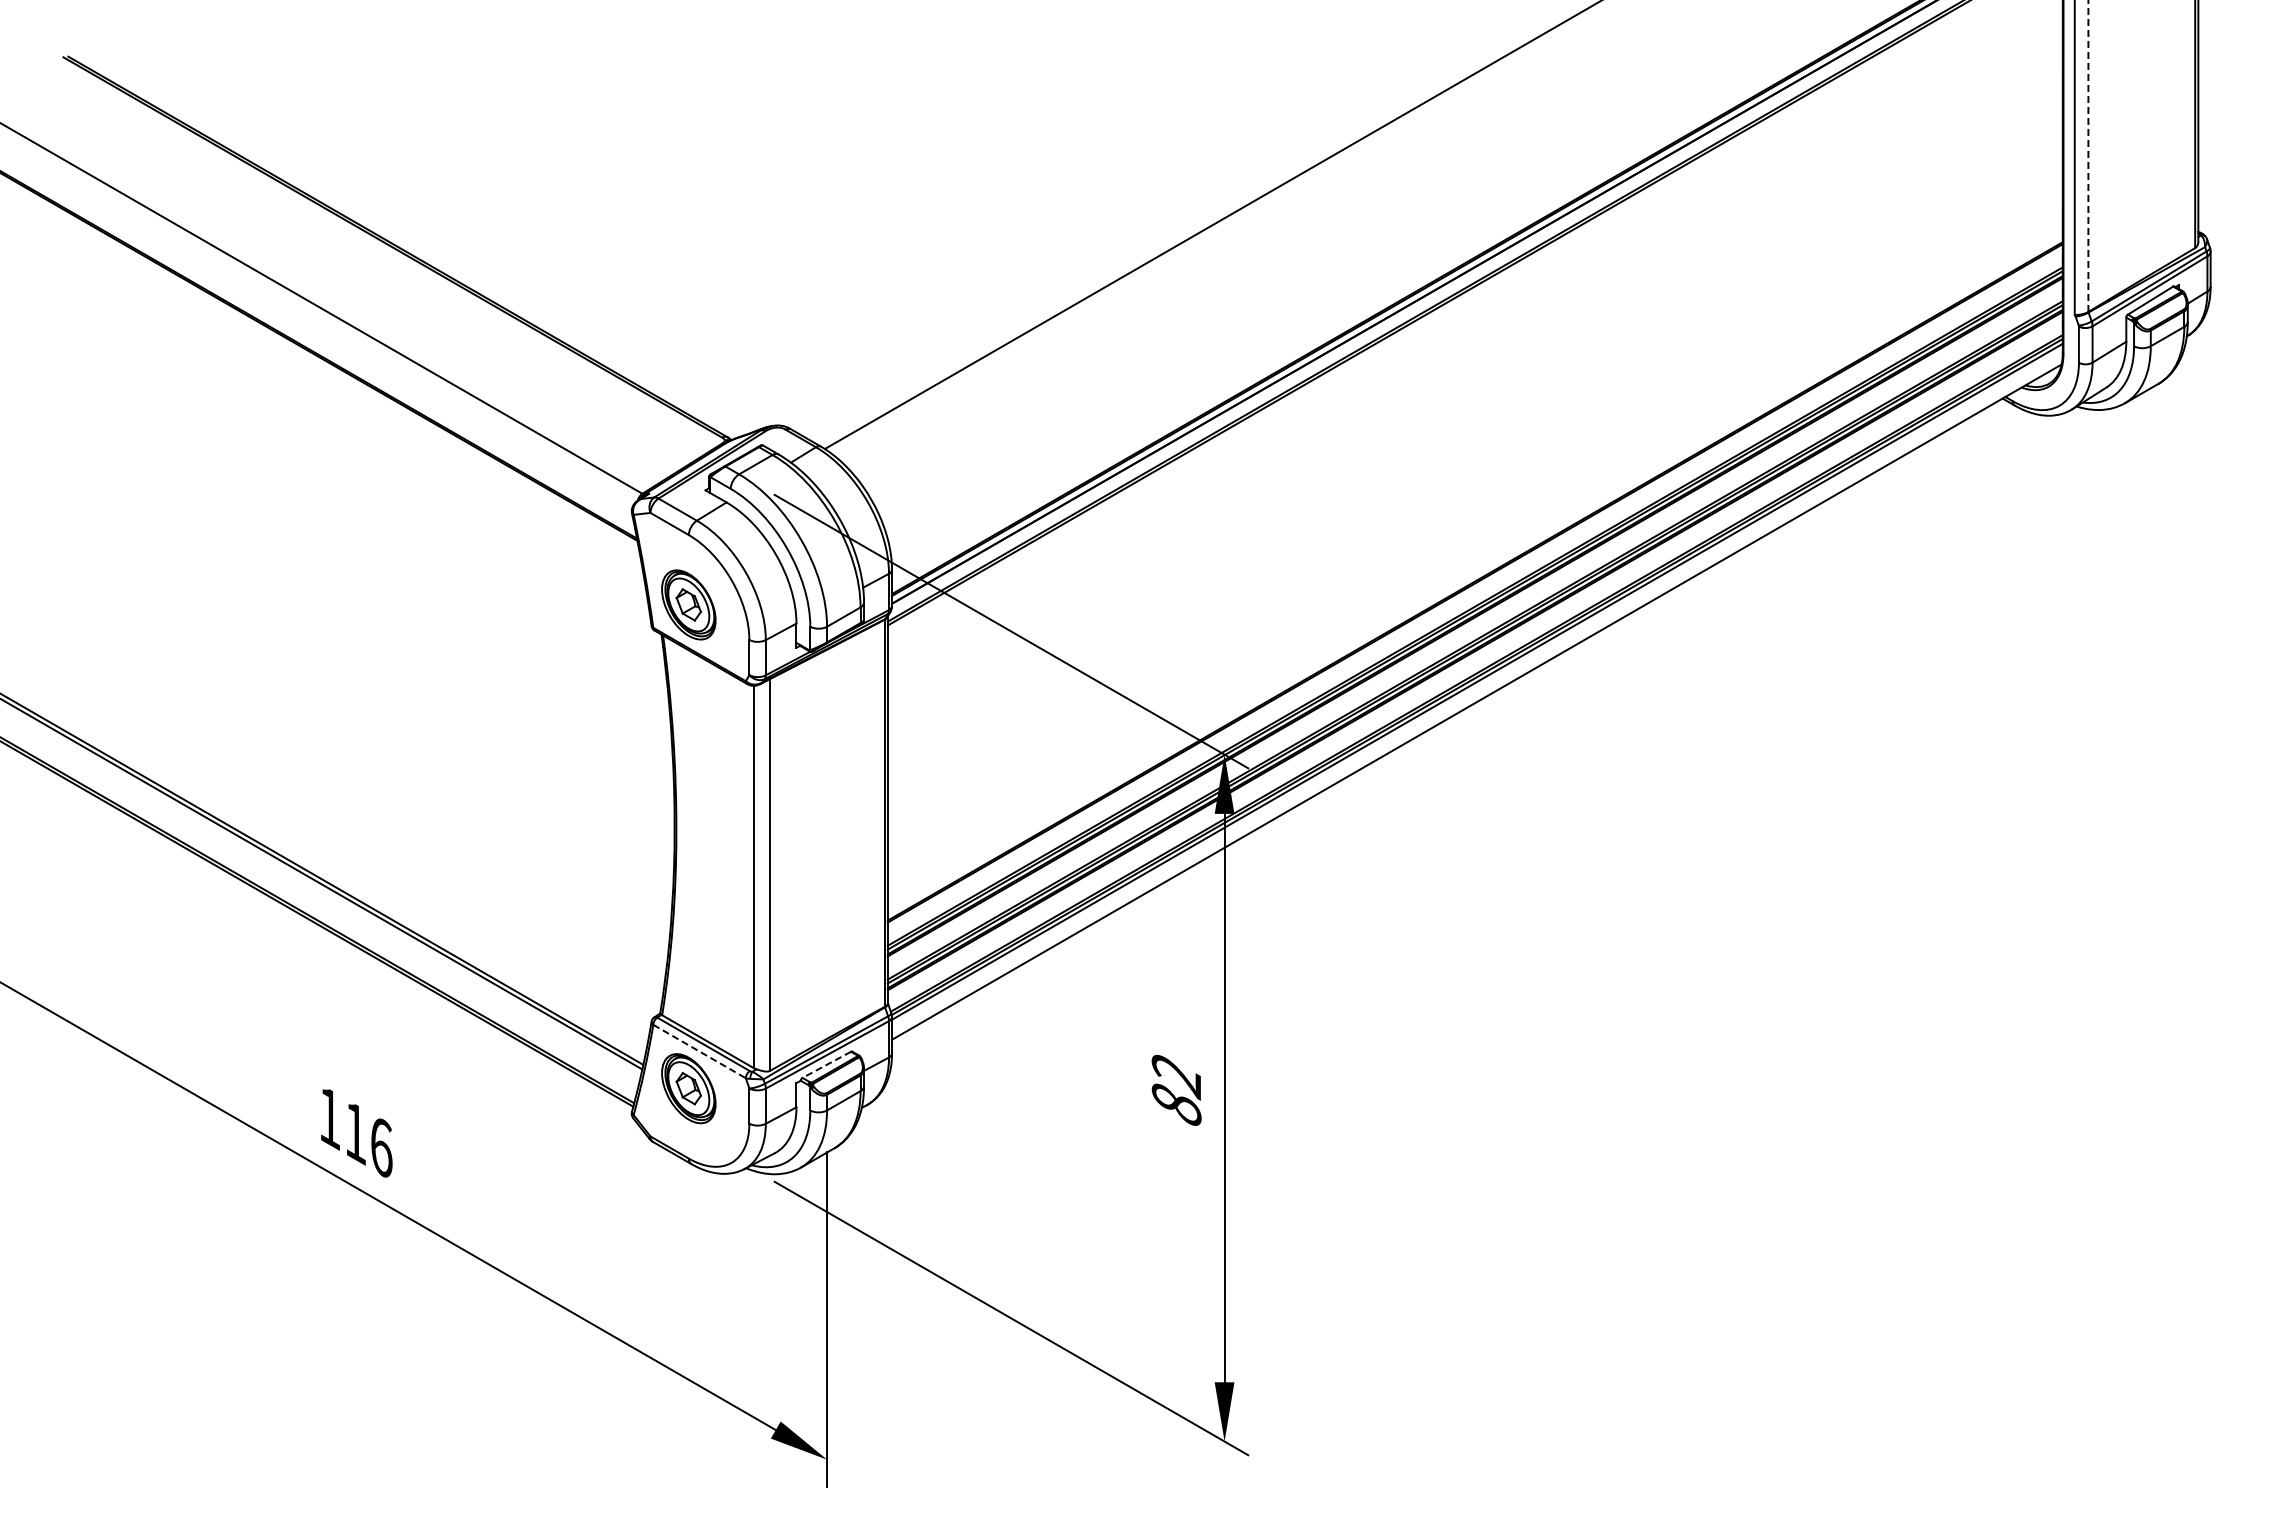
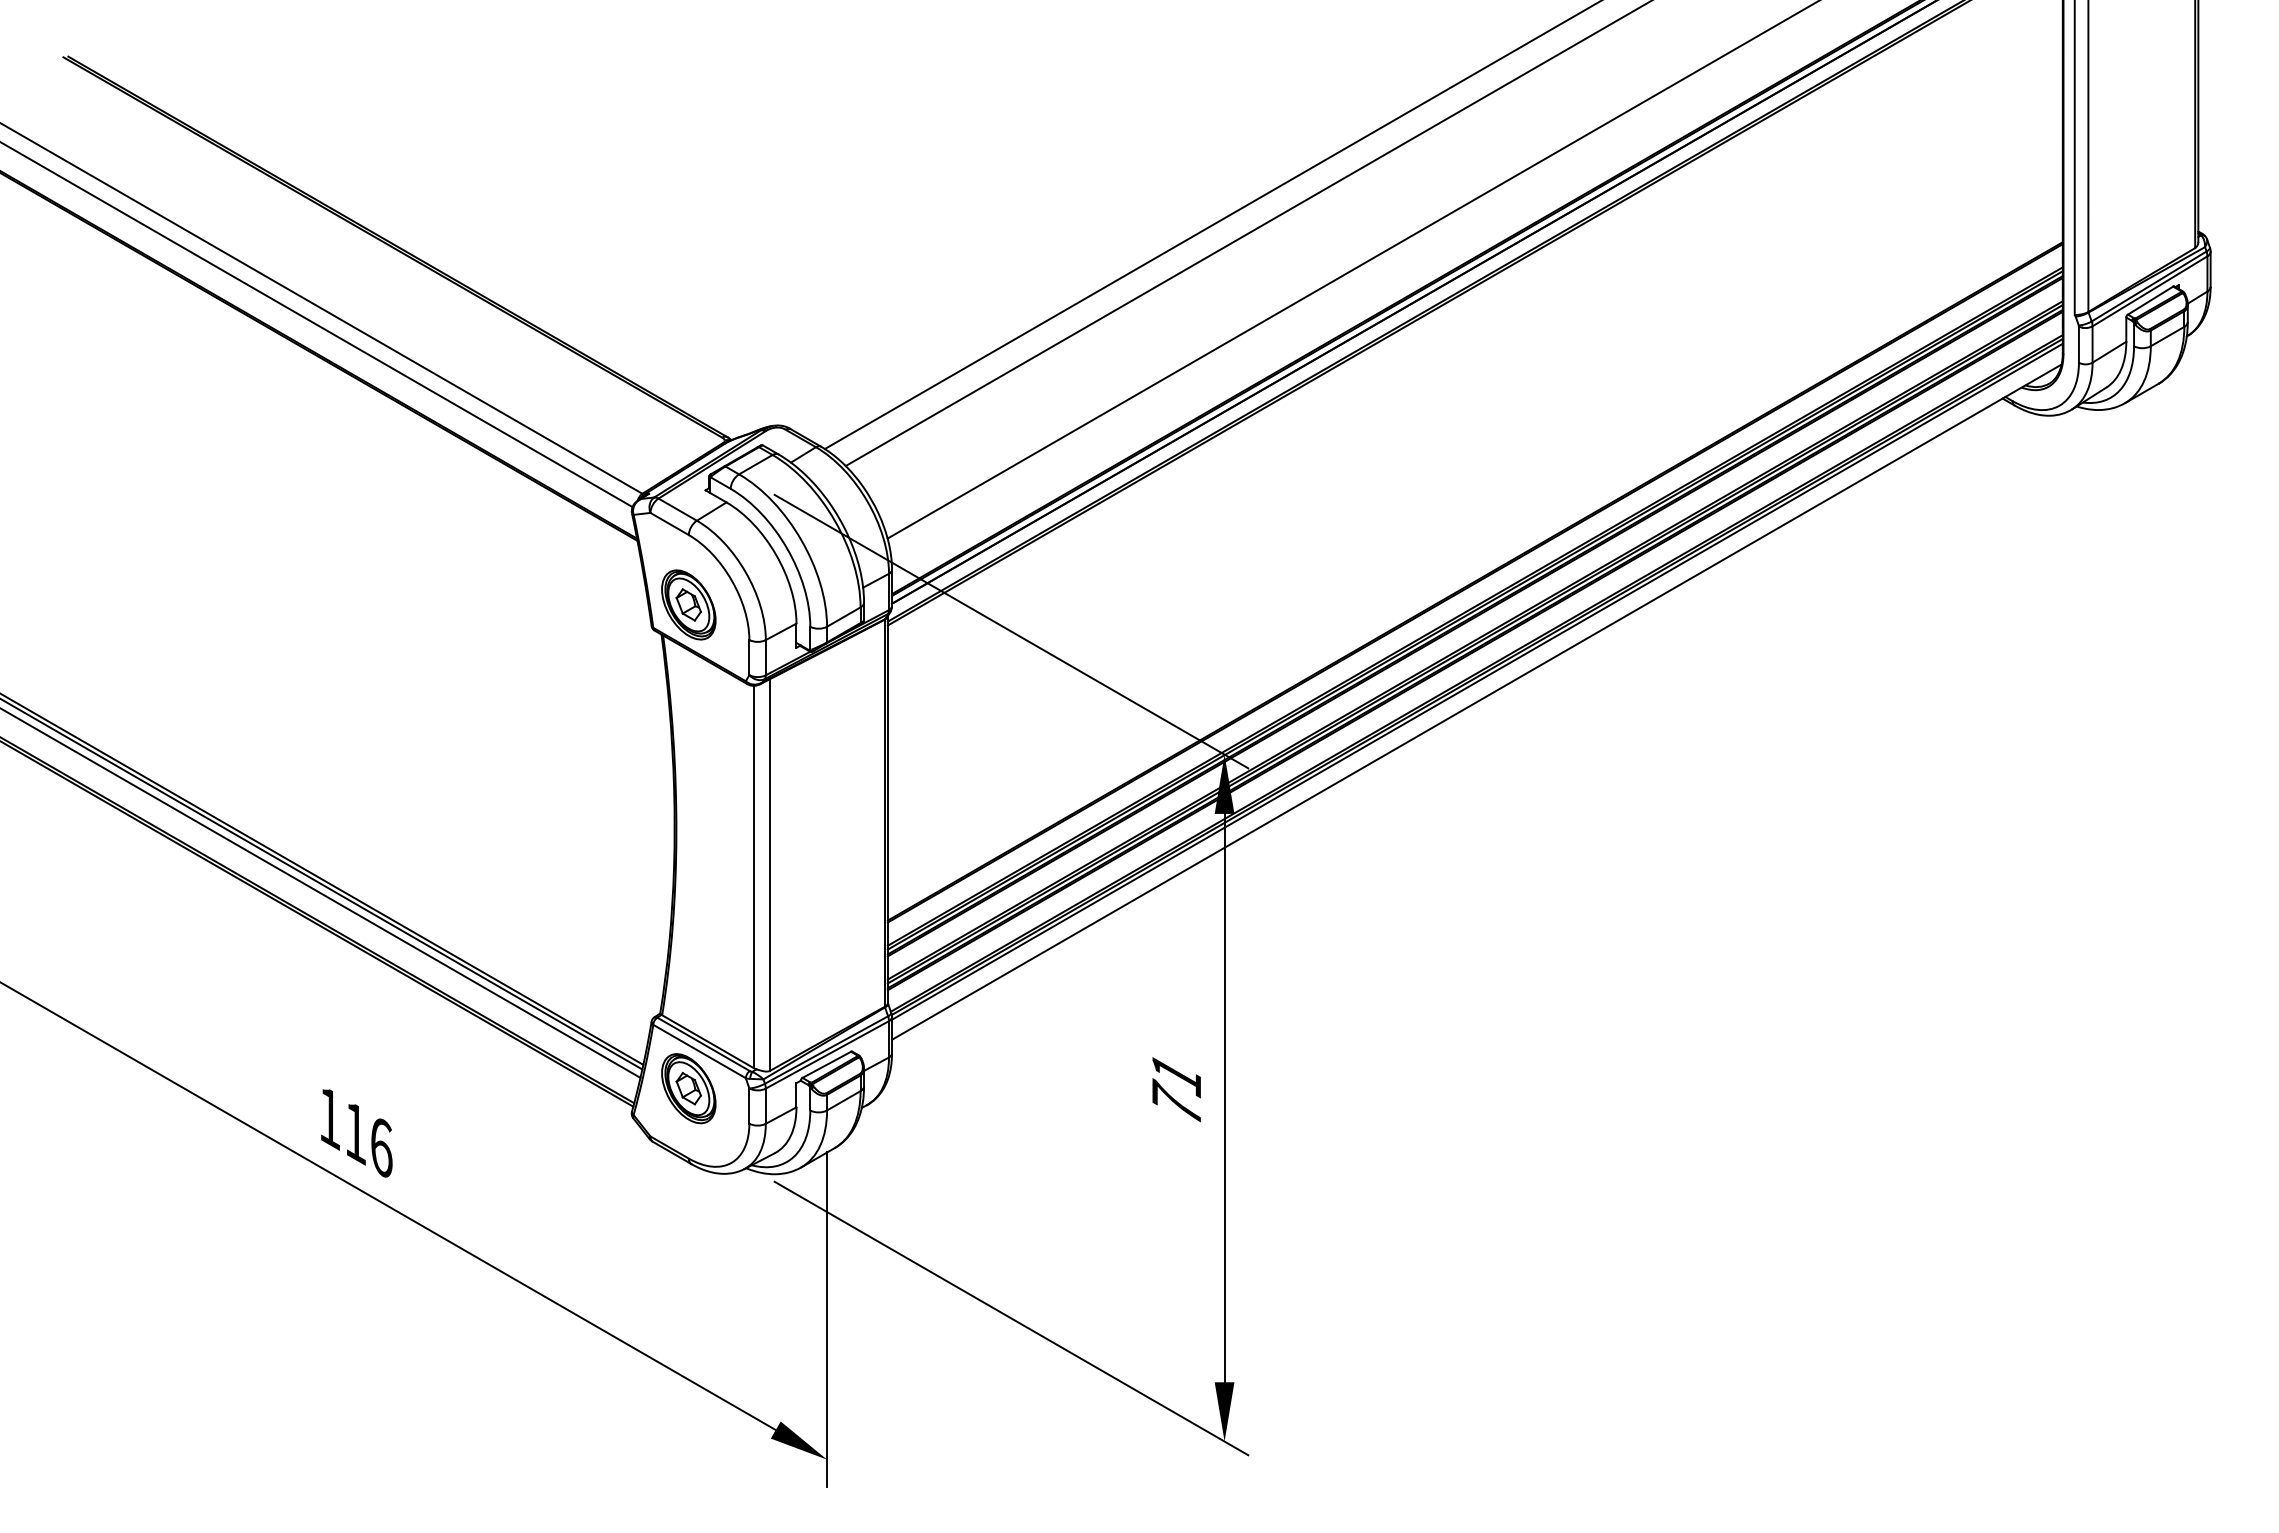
line at (2088, 156): dashed -> solid
line at (1246, 234): none -> present
line at (1351, 270): none -> present
line at (317, 325): none -> present
line at (321, 893): none -> present
line at (700, 1051): dashed -> solid
line at (826, 1064): dashed -> solid
text at (1176, 1089): 82 -> 71
